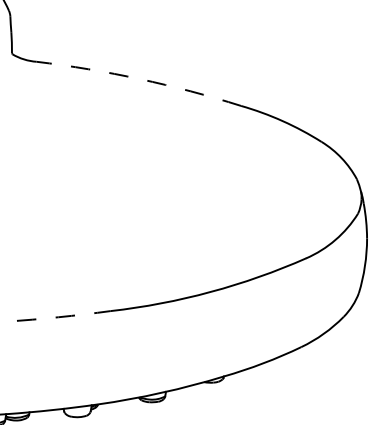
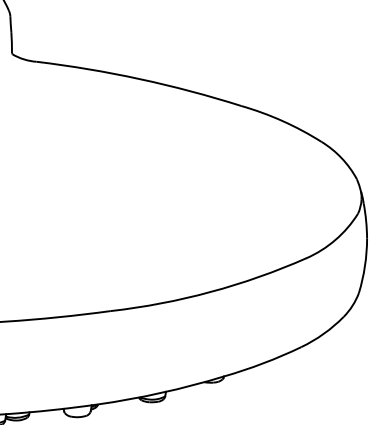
arc at (139, 79): dashed -> solid
arc at (55, 317): dashed -> solid
